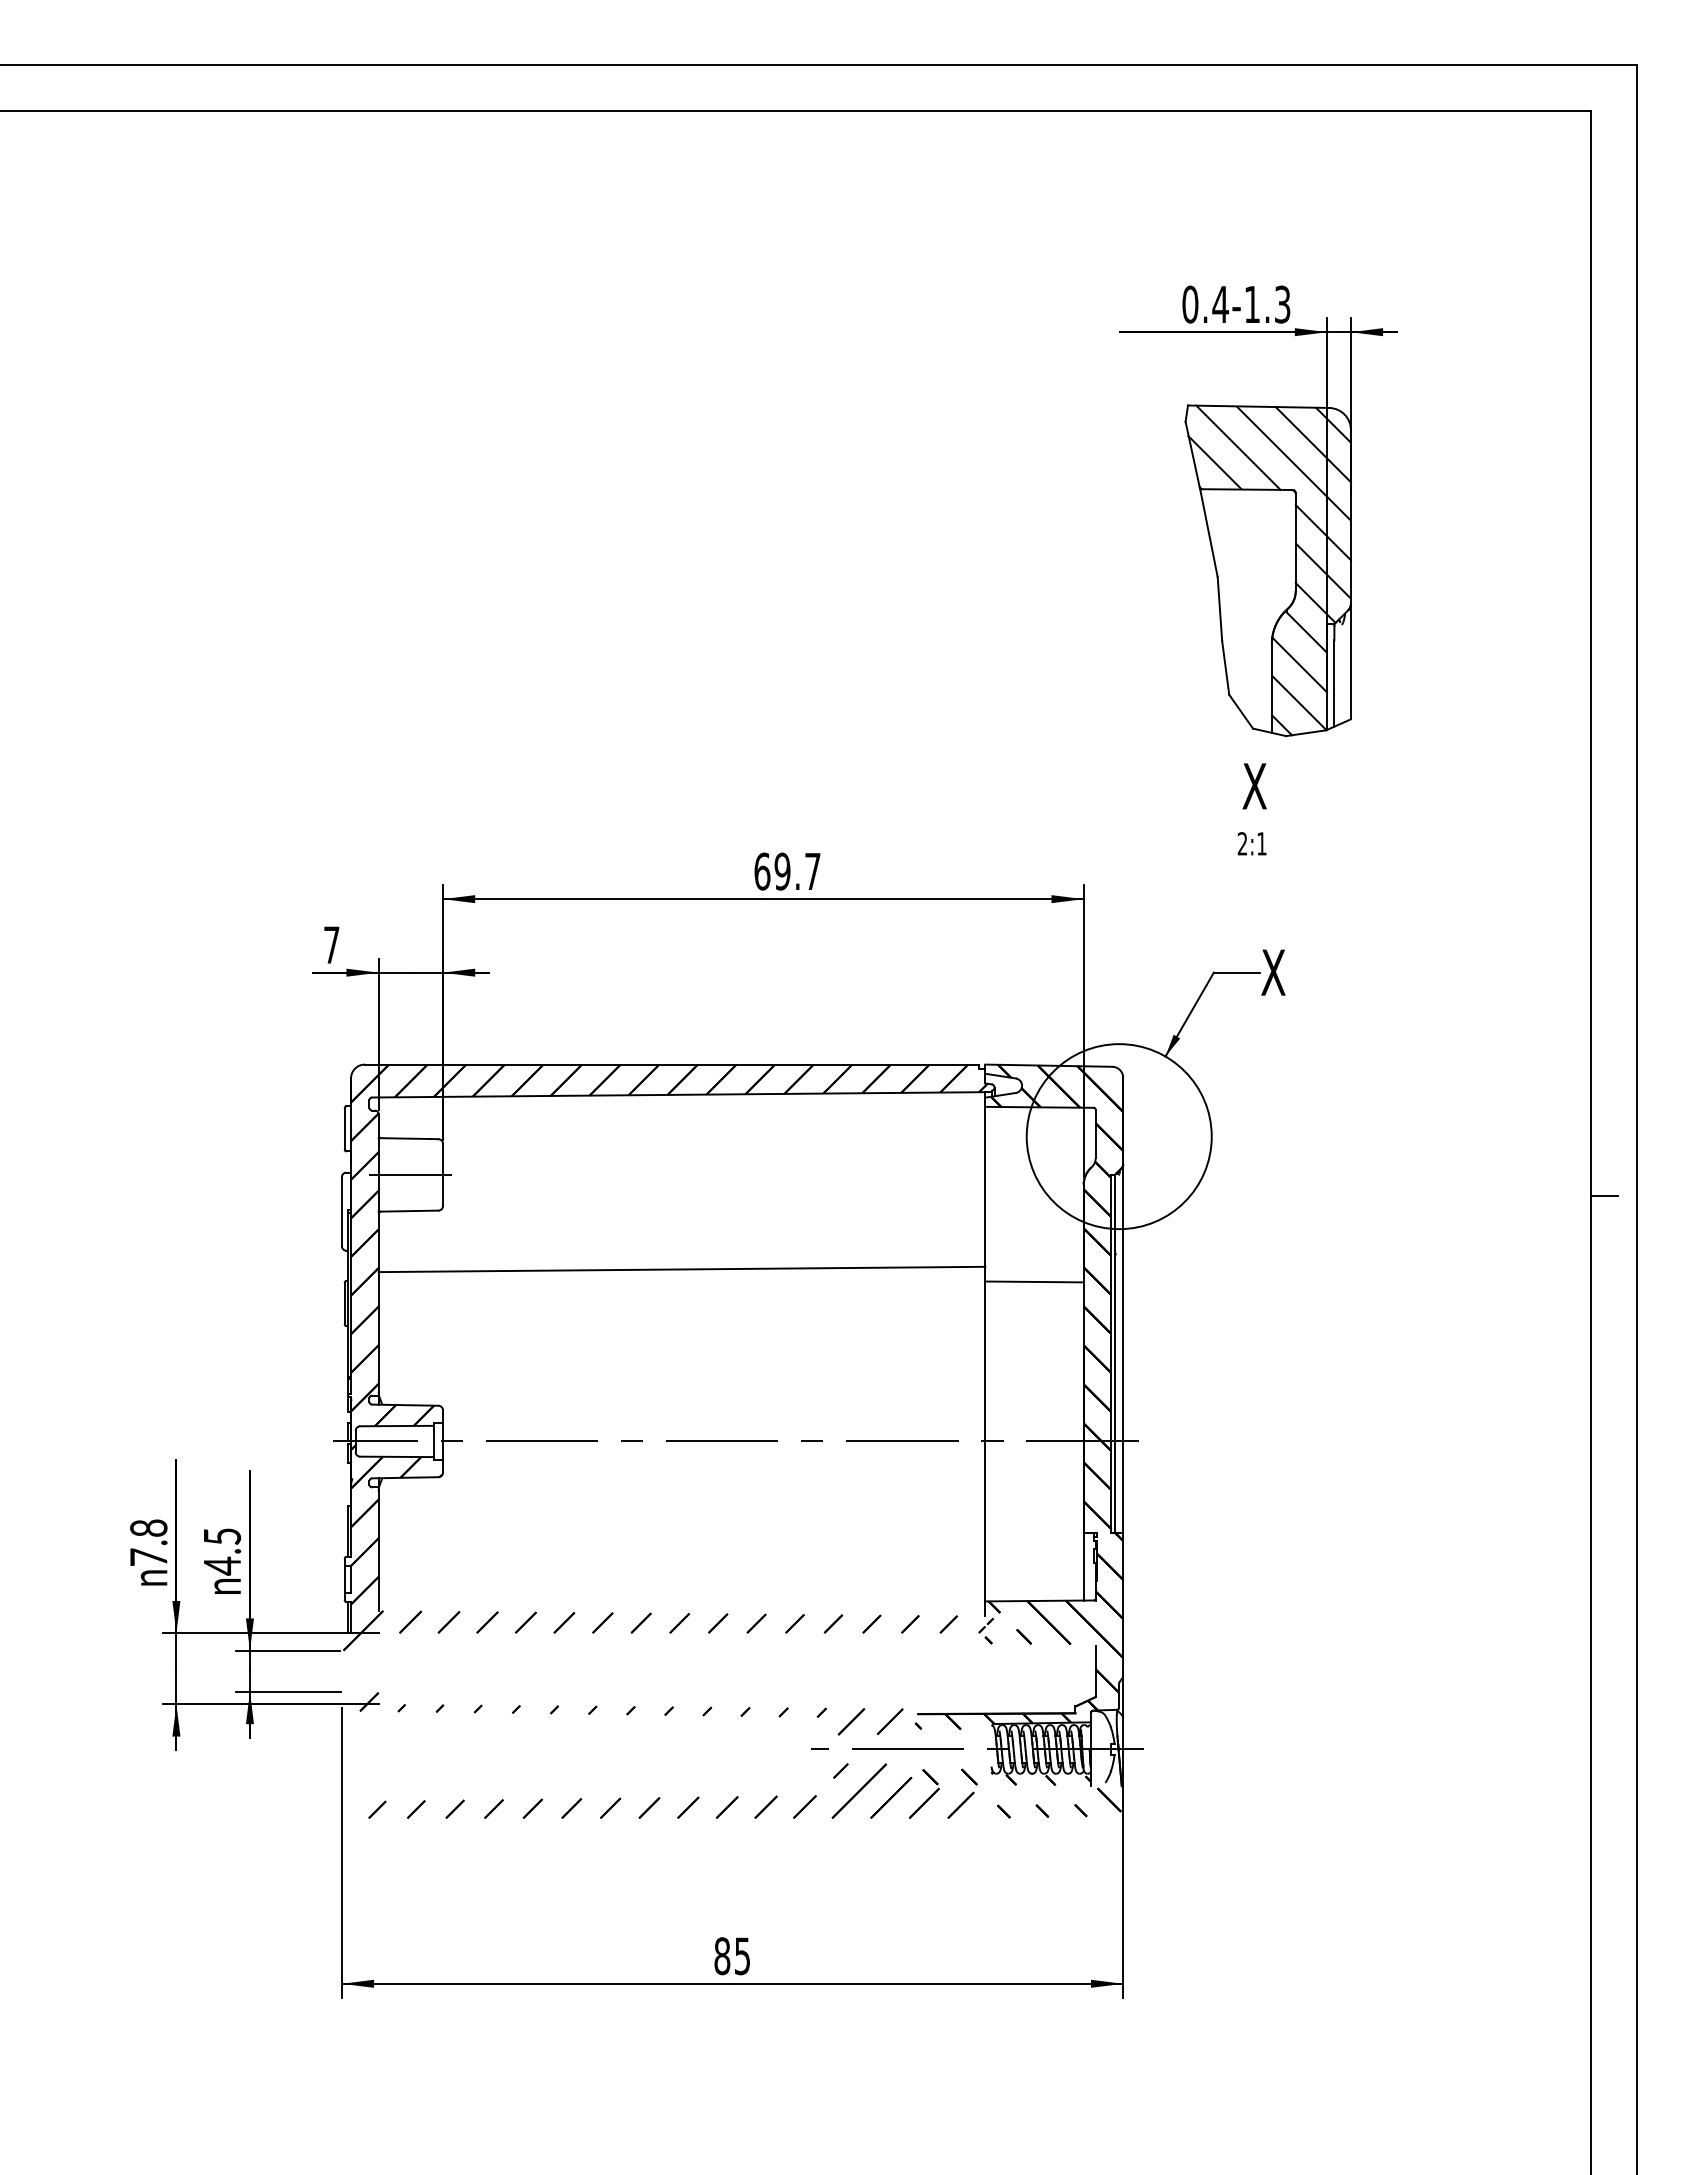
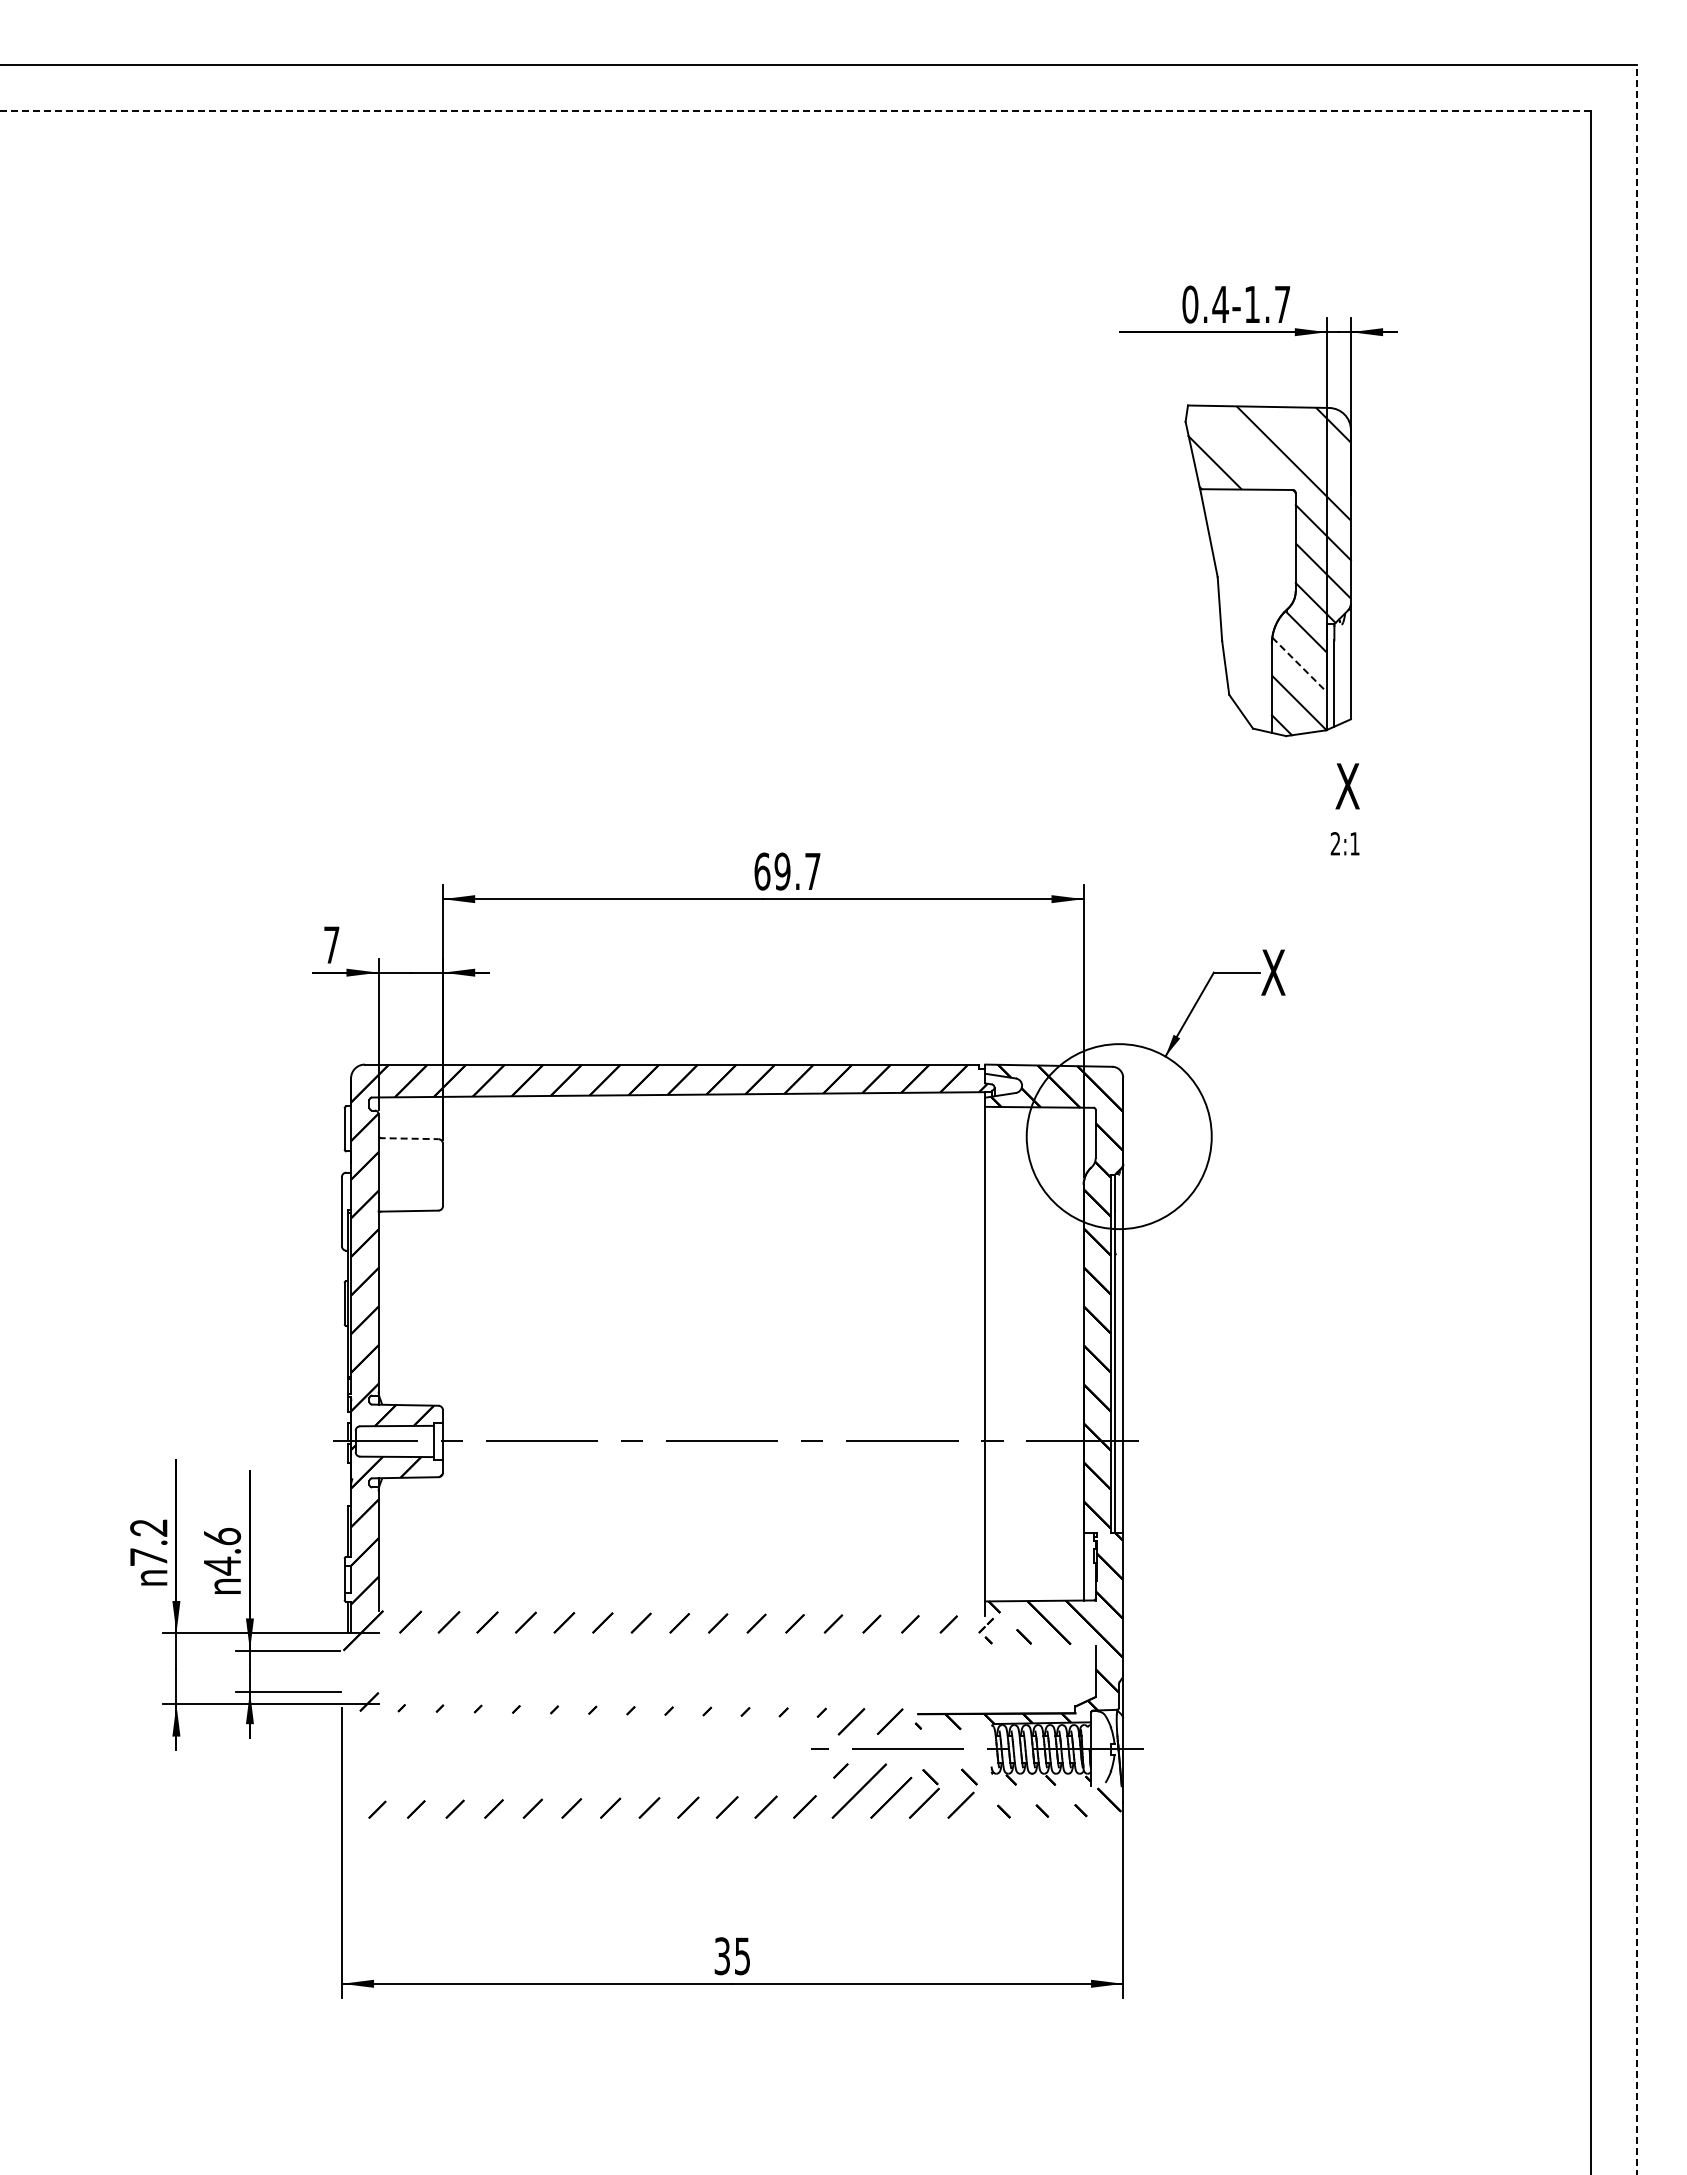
line at (795, 111): solid -> dashed
text at (1282, 304): 0.4-1.3 -> 0.4-1.7
line at (1312, 444): present -> none
line at (1238, 447): present -> none
line at (1299, 664): solid -> dashed
text at (1251, 809) position: (1251, 809) -> (1344, 809)
line at (1636, 1119): solid -> dashed
line at (408, 1138): solid -> dashed
line at (410, 1174): present -> none
line at (1604, 1195): present -> none
line at (681, 1269): present -> none
line at (1034, 1281): present -> none
text at (149, 1527): 7.8 -> 7.2
text at (222, 1536): 4.5 -> 4.6
text at (722, 1956): 85 -> 35
